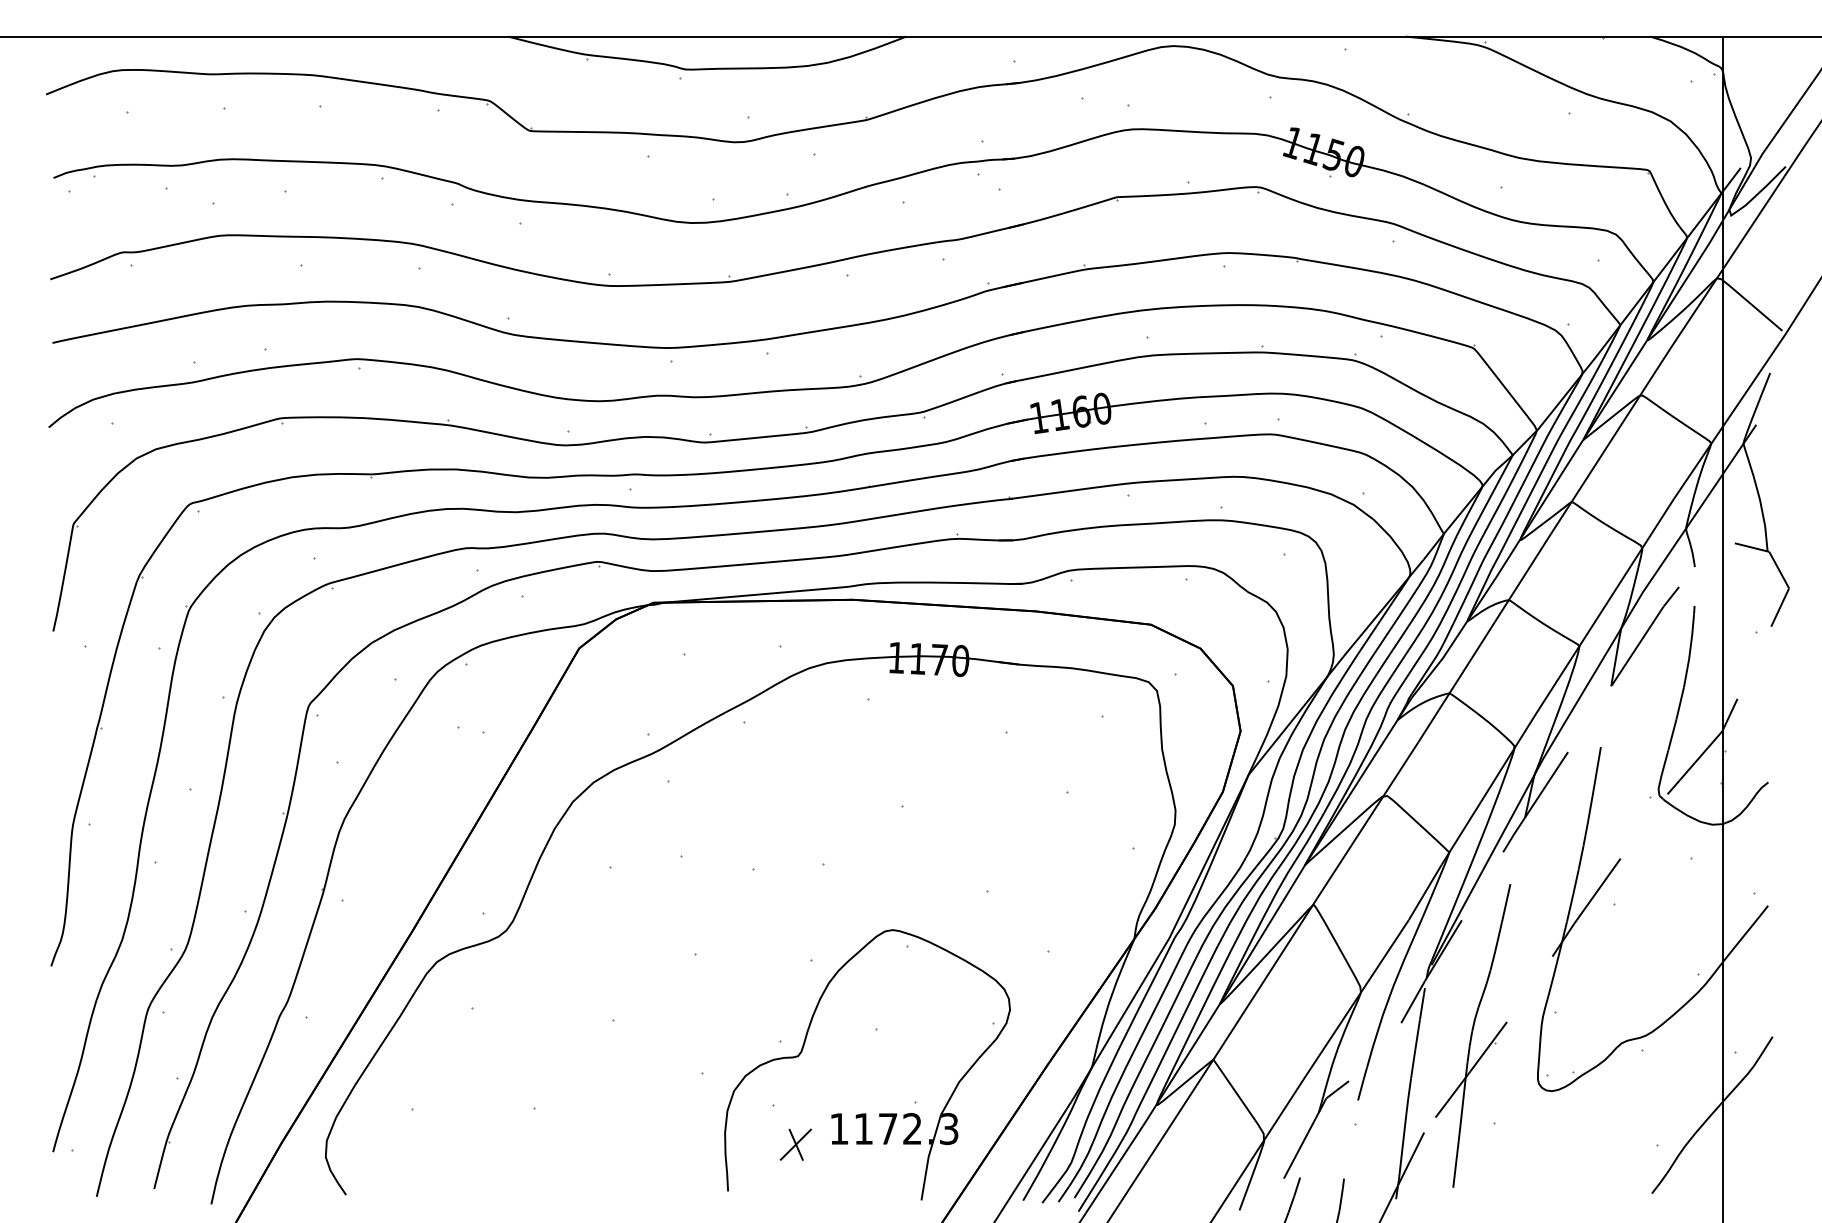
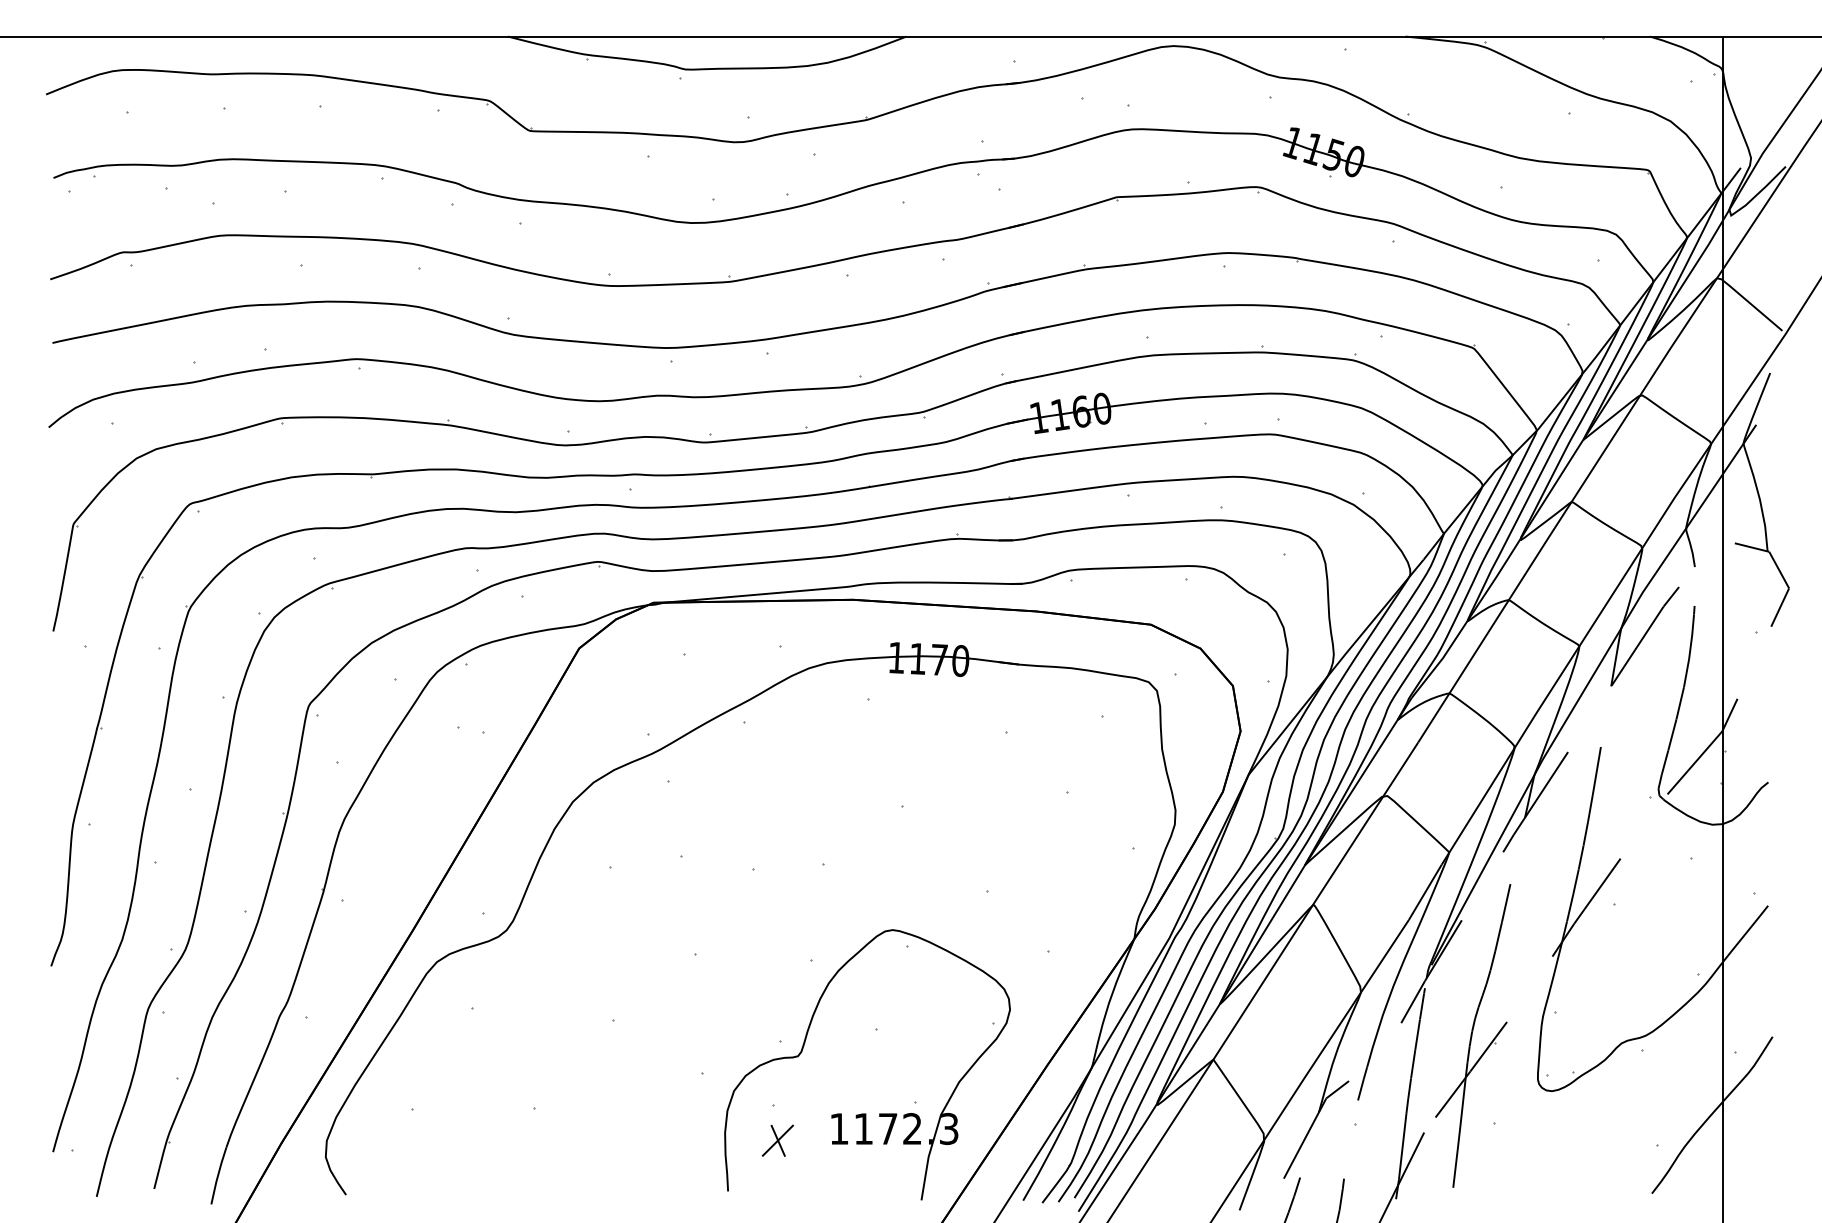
part at (795, 1144) position: (795, 1144) -> (777, 1140)
